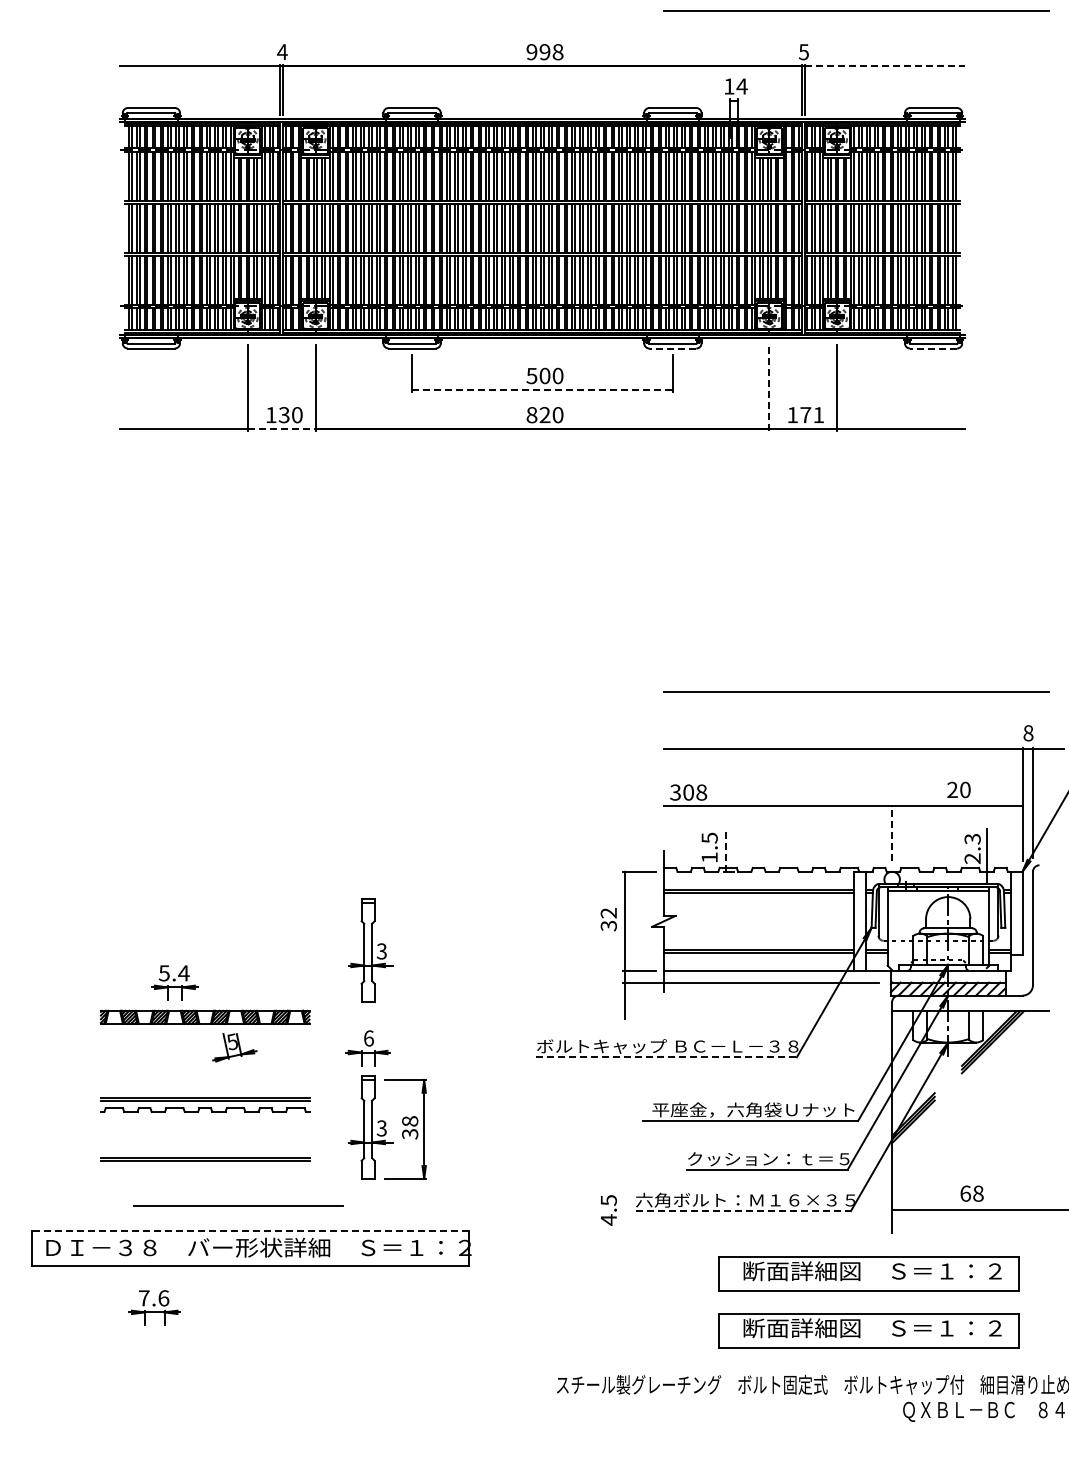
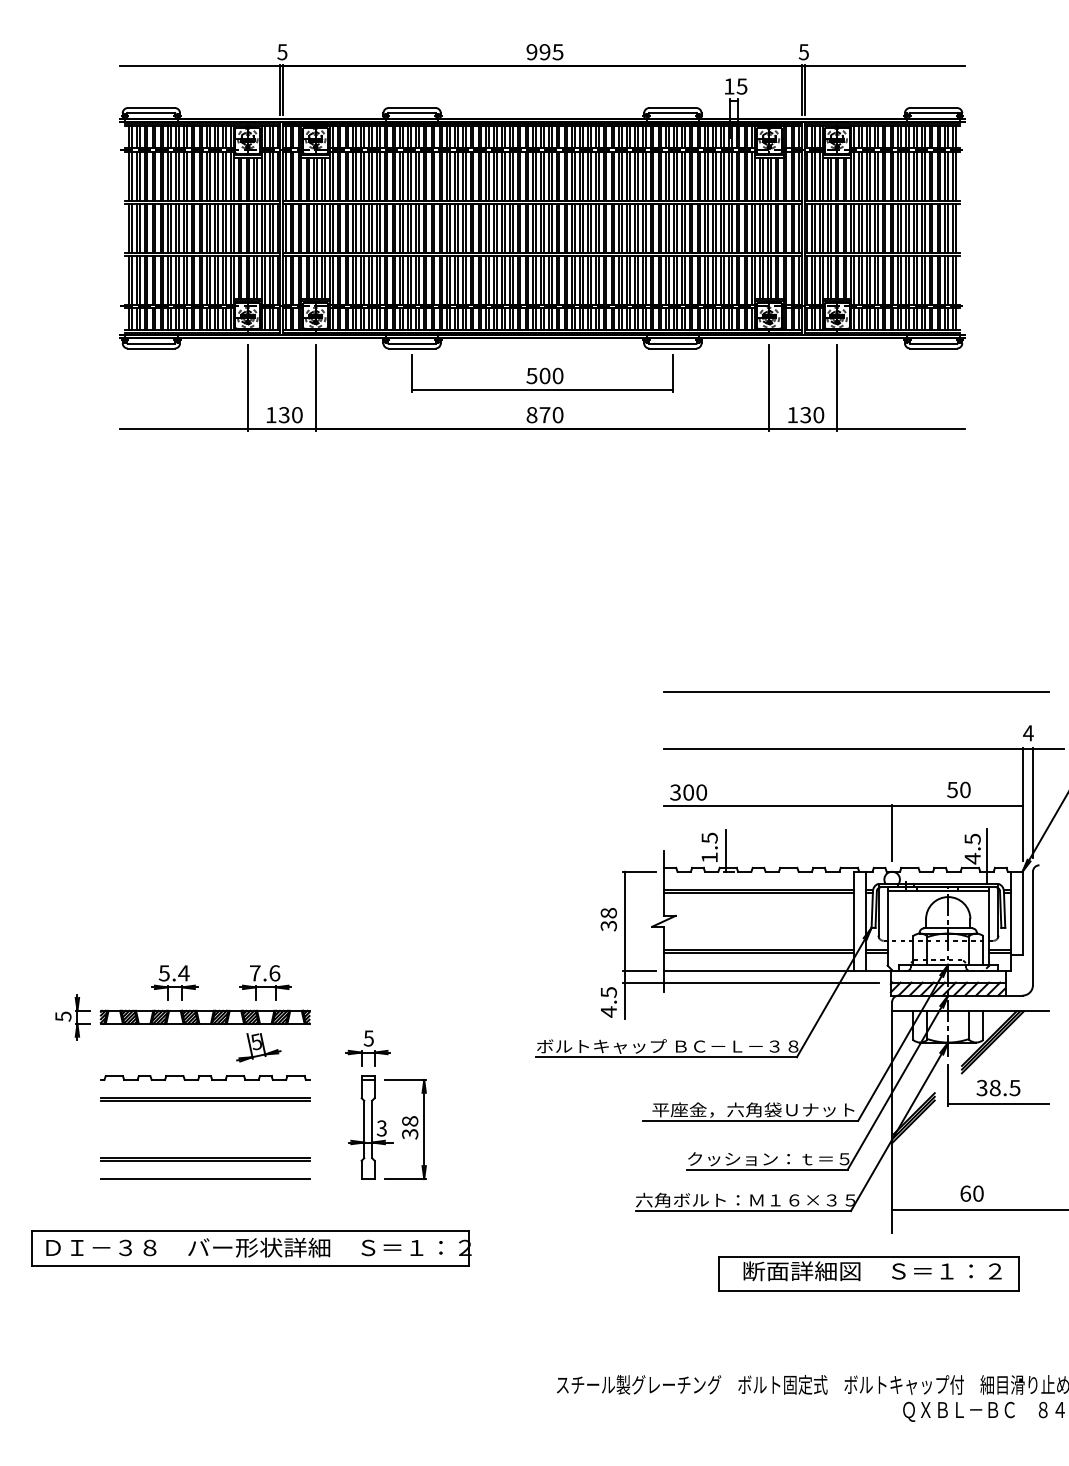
line at (856, 10): present -> none
text at (282, 52): 4 -> 5
text at (557, 52): 998 -> 995
line at (885, 66): dashed -> solid
text at (741, 86): 14 -> 15
line at (672, 348): dashed -> solid
line at (933, 348): dashed -> solid
line at (769, 387): dashed -> solid
line at (543, 390): dashed -> solid
text at (544, 415): 820 -> 870
text at (812, 415): 171 -> 130
line at (281, 429): dashed -> solid
text at (1028, 733): 8 -> 4
text at (952, 789): 20 -> 50
text at (701, 792): 308 -> 300
line at (892, 832): dashed -> solid
text at (972, 848): 2.3 -> 4.5
line at (725, 851): dashed -> solid
text at (608, 912): 32 -> 38
part at (370, 950): present -> none
part at (72, 1017): none -> present
text at (368, 1038): 6 -> 5
part at (234, 1047) position: (234, 1047) -> (258, 1047)
line at (666, 1057): dashed -> solid
part at (998, 1085): none -> present
part at (205, 1109) position: (205, 1109) -> (205, 1077)
text at (978, 1193): 68 -> 60
line at (238, 1205) position: (238, 1205) -> (205, 1178)
text at (608, 1210) position: (608, 1210) -> (608, 1002)
line at (743, 1211): dashed -> solid
line at (250, 1231): dashed -> solid
part at (154, 1307) position: (154, 1307) -> (265, 982)
part at (868, 1330): present -> none
